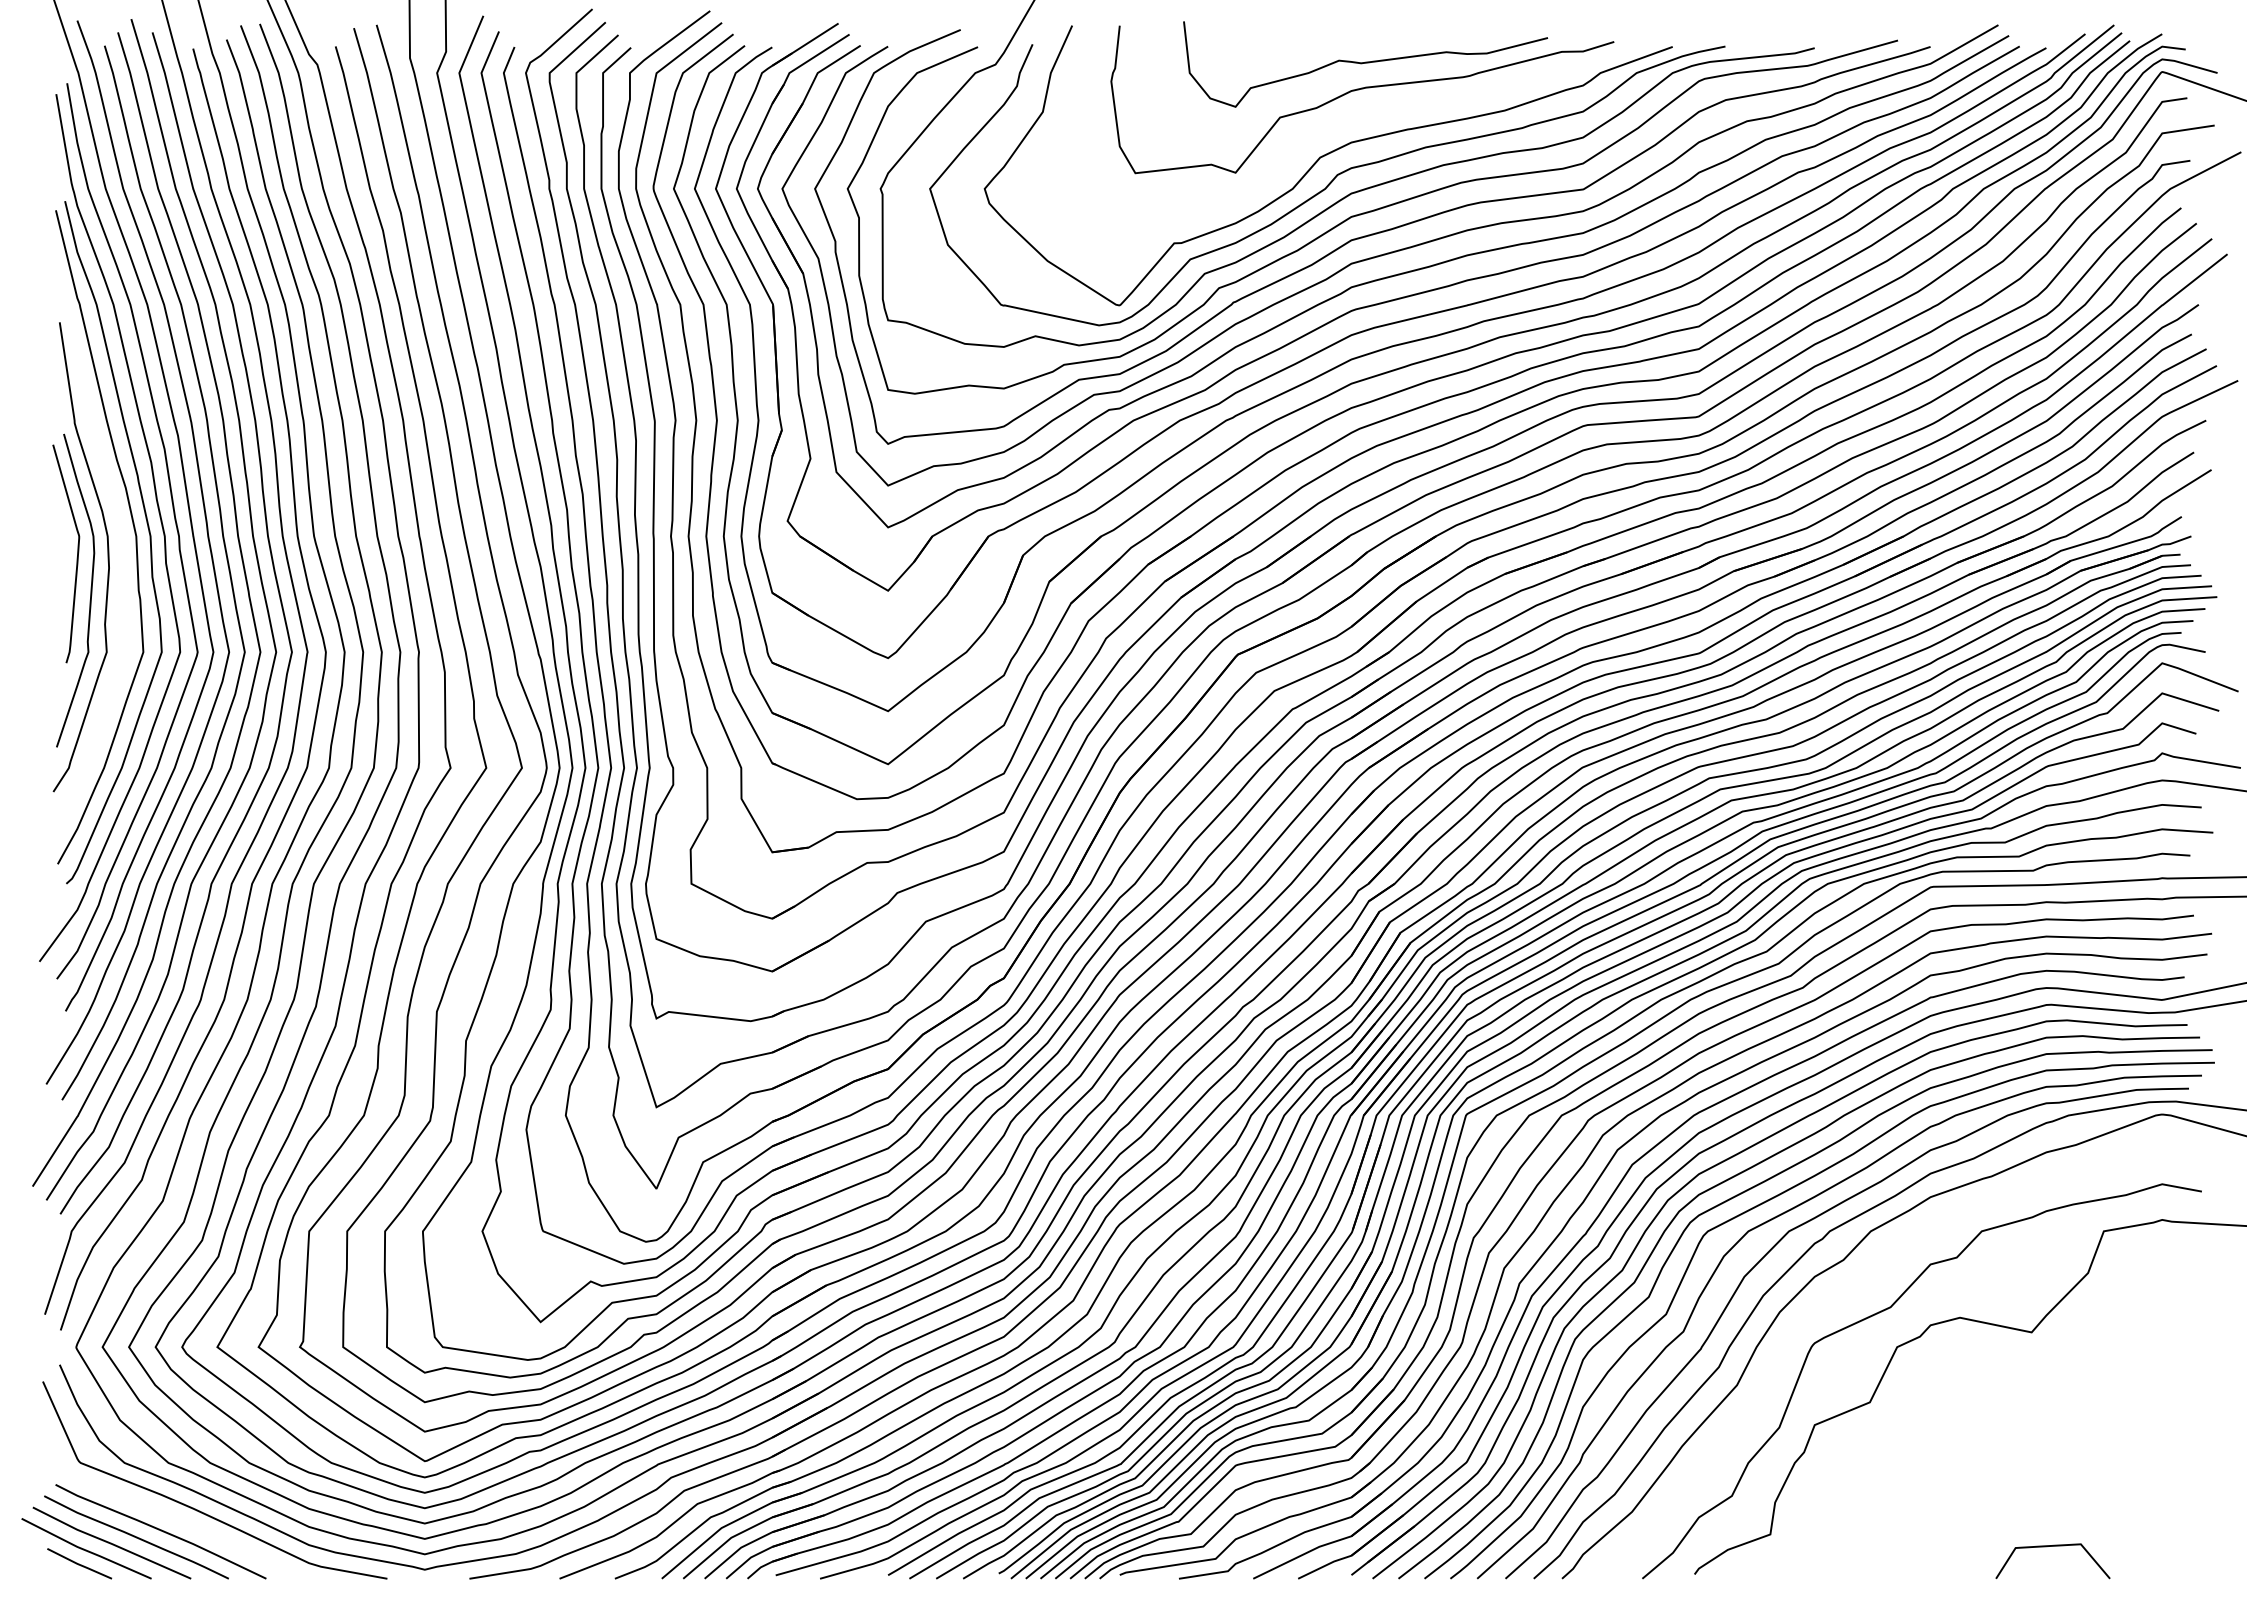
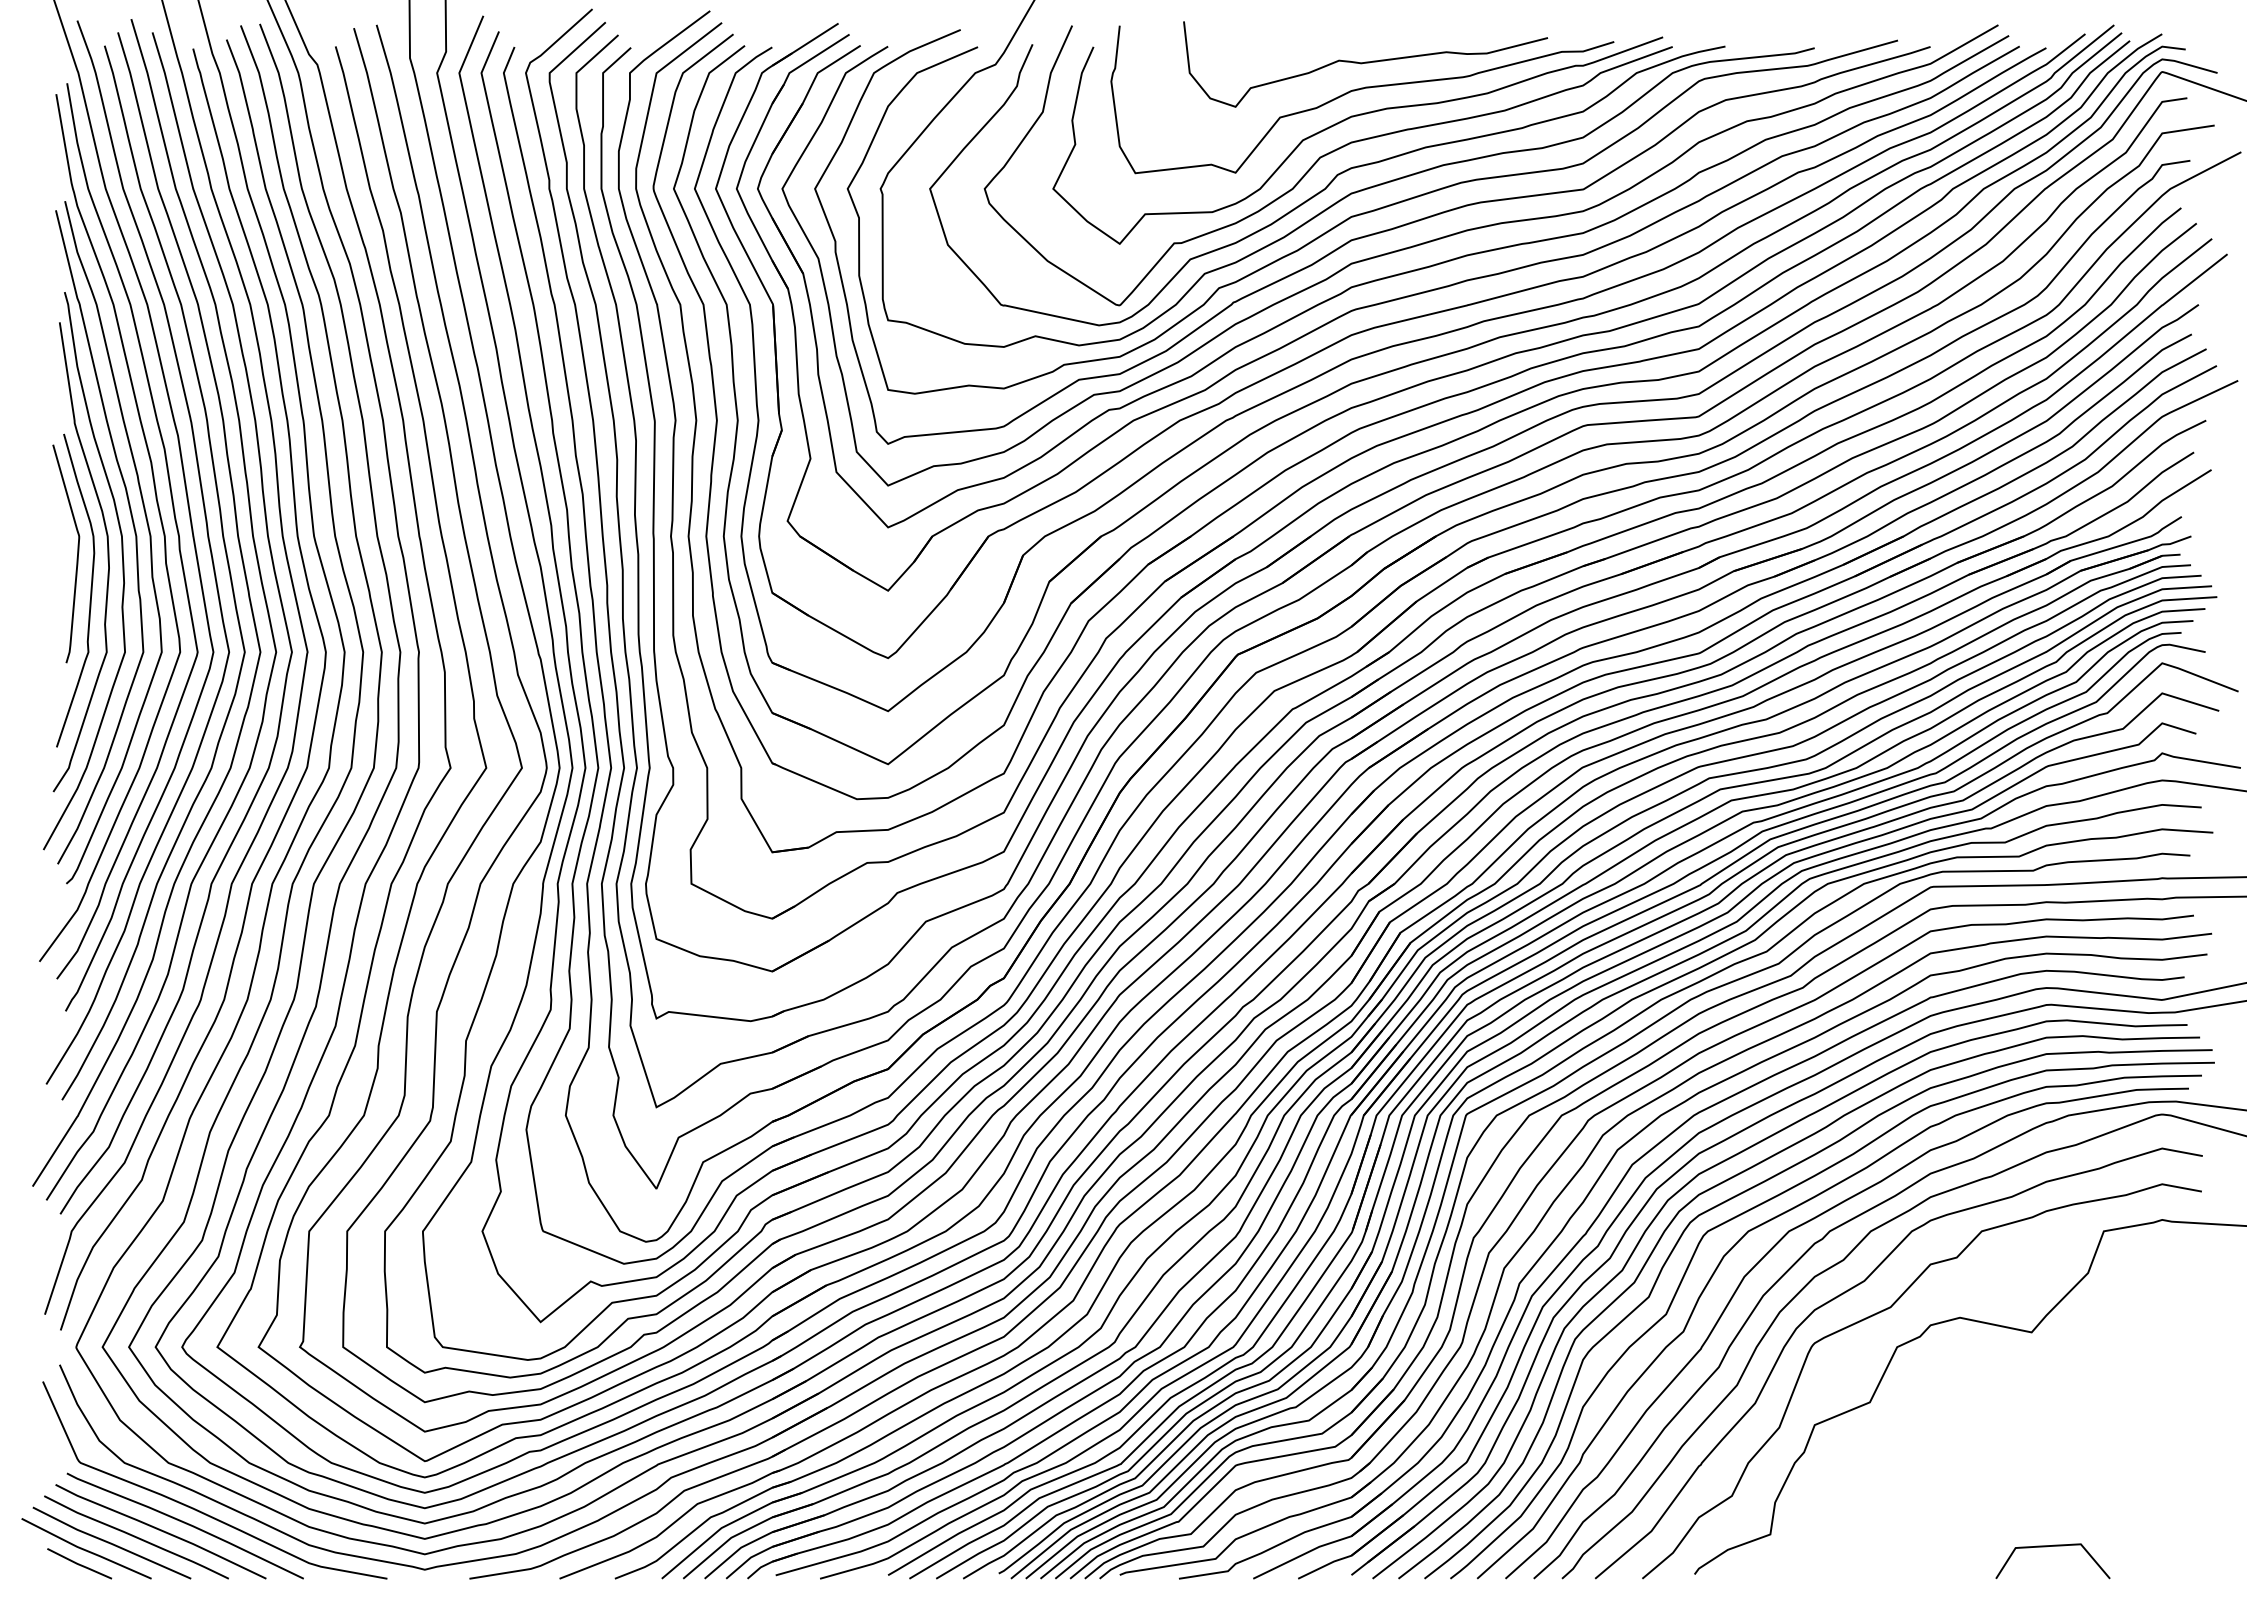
curve at (1346, 120): none -> present
curve at (122, 571): none -> present
curve at (1857, 1286): none -> present
curve at (184, 1523): none -> present
